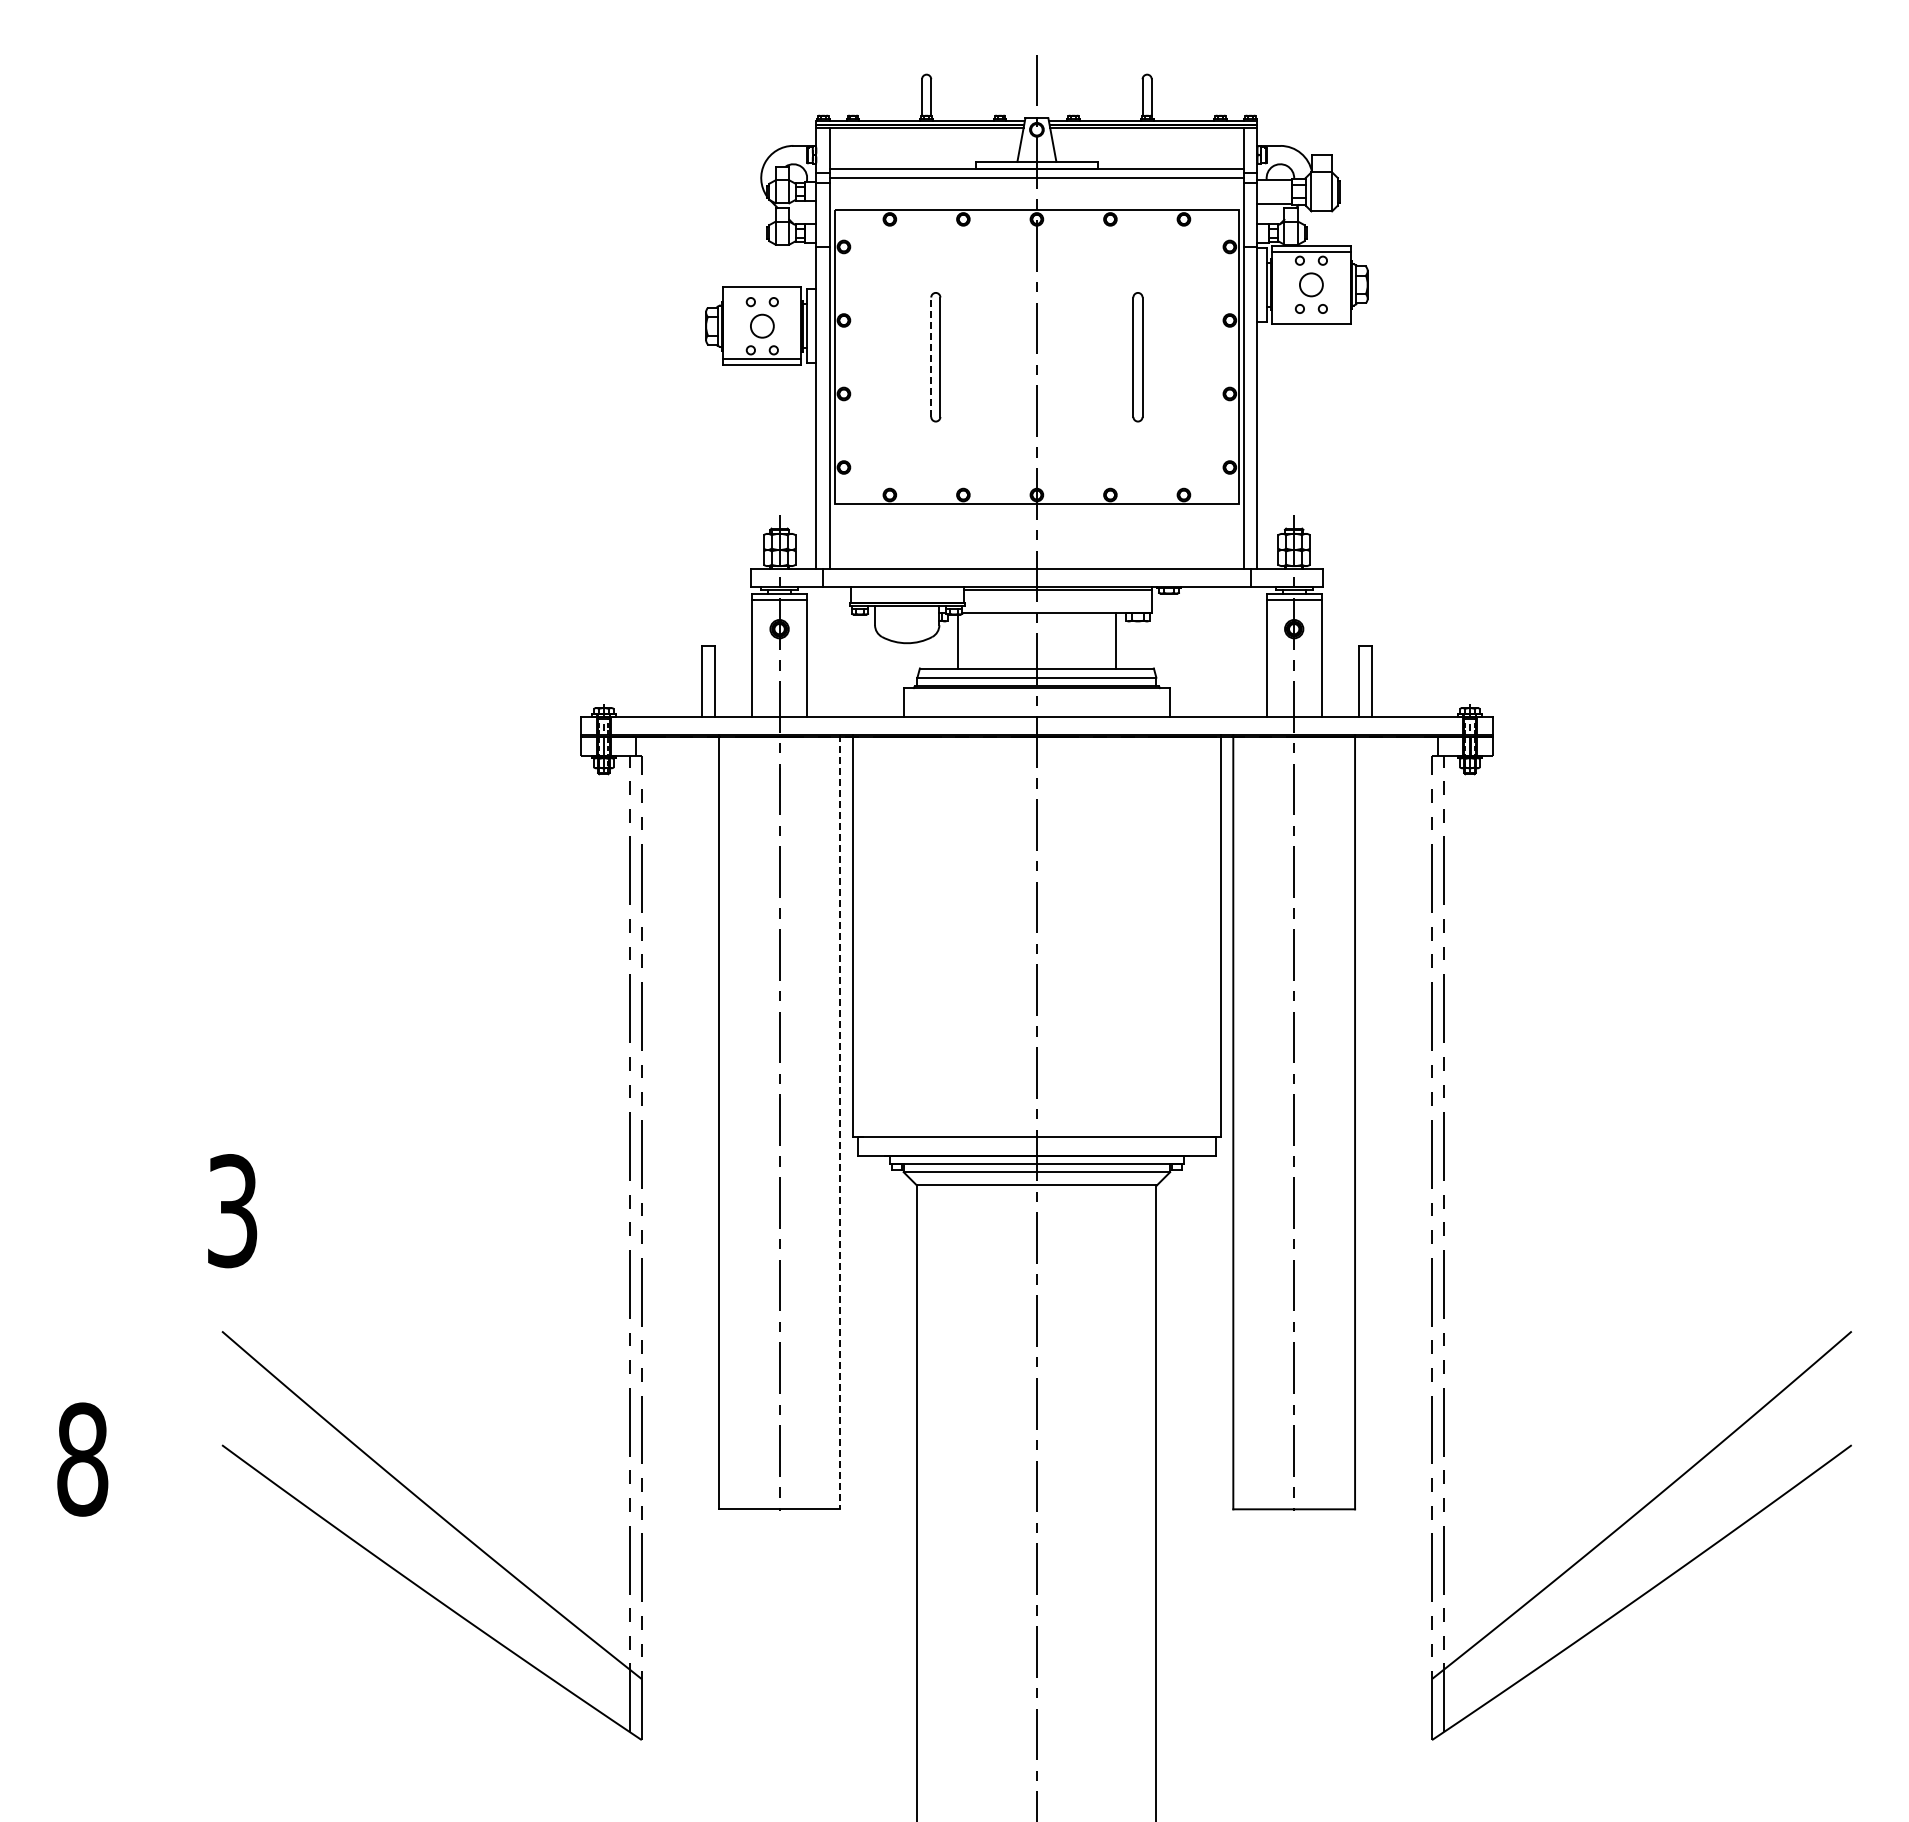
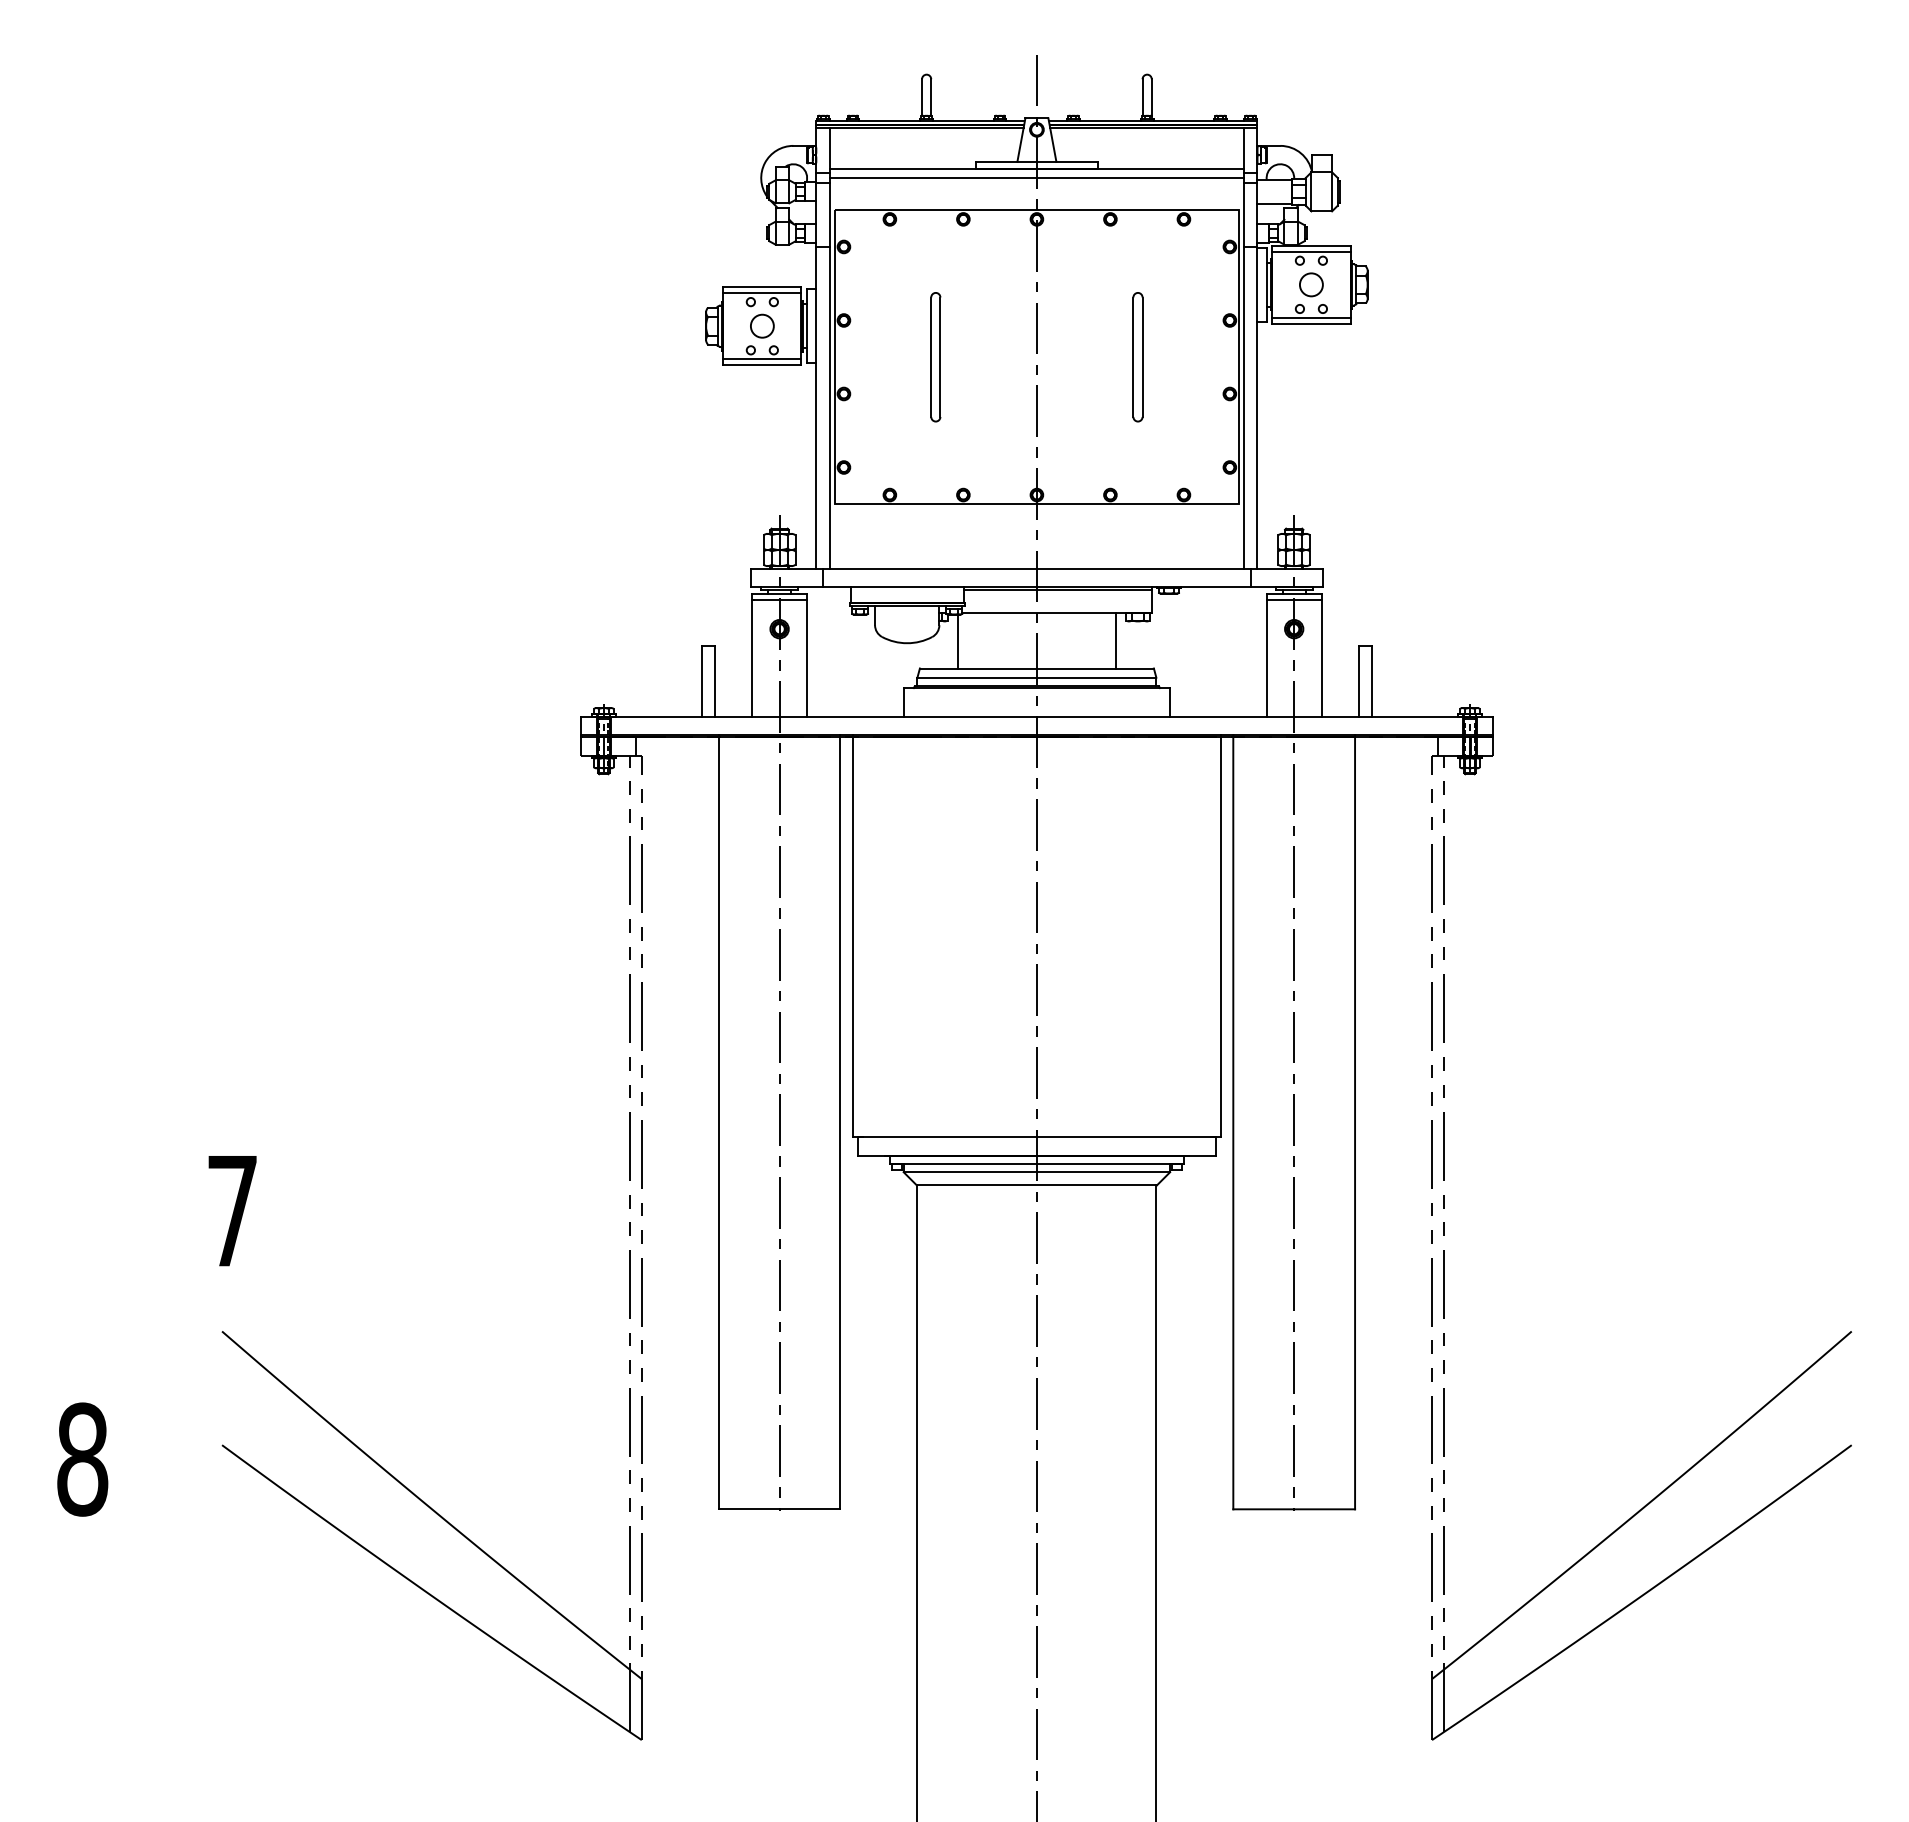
line at (762, 293): none -> present
line at (1311, 318): none -> present
line at (931, 357): dashed -> solid
line at (840, 1122): dashed -> solid
text at (232, 1211): 3 -> 7
